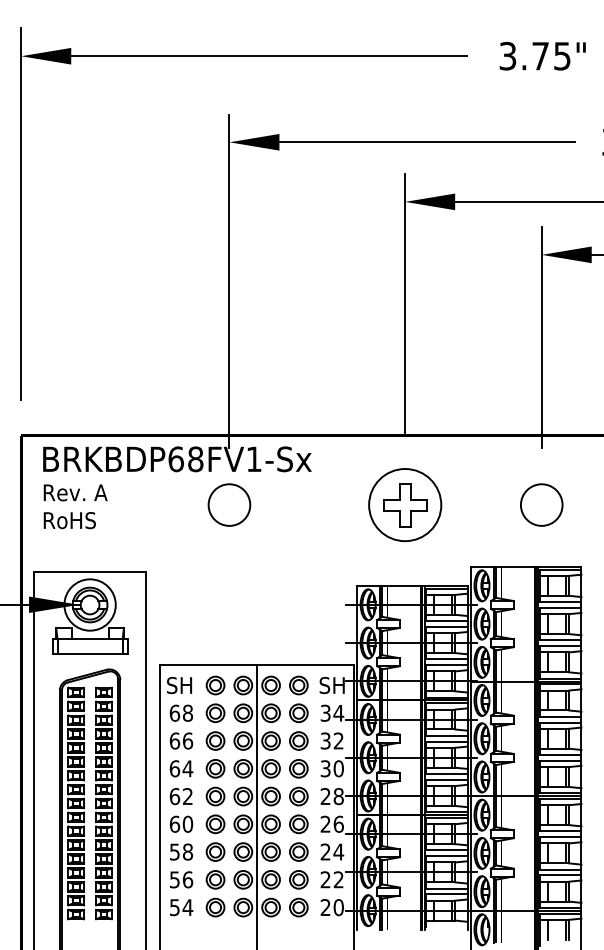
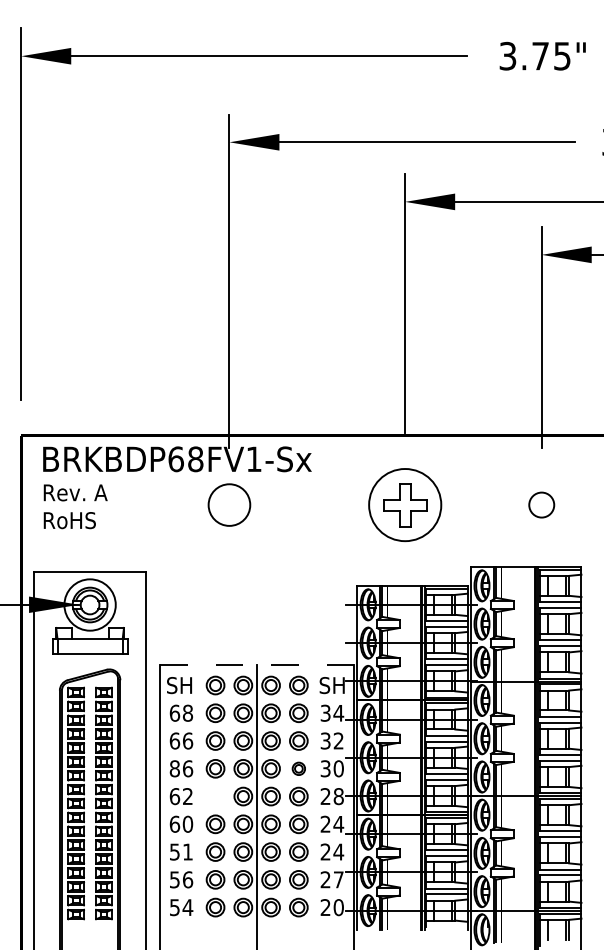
circle at (541, 504) diameter: 42 px -> 25 px
line at (257, 664): solid -> dashed
text at (181, 768): 64 -> 86
part at (298, 768) size: 20x20 px -> 15x15 px
part at (215, 796): present -> none
text at (338, 823): 26 -> 24
text at (188, 851): 58 -> 51
text at (338, 879): 22 -> 27
